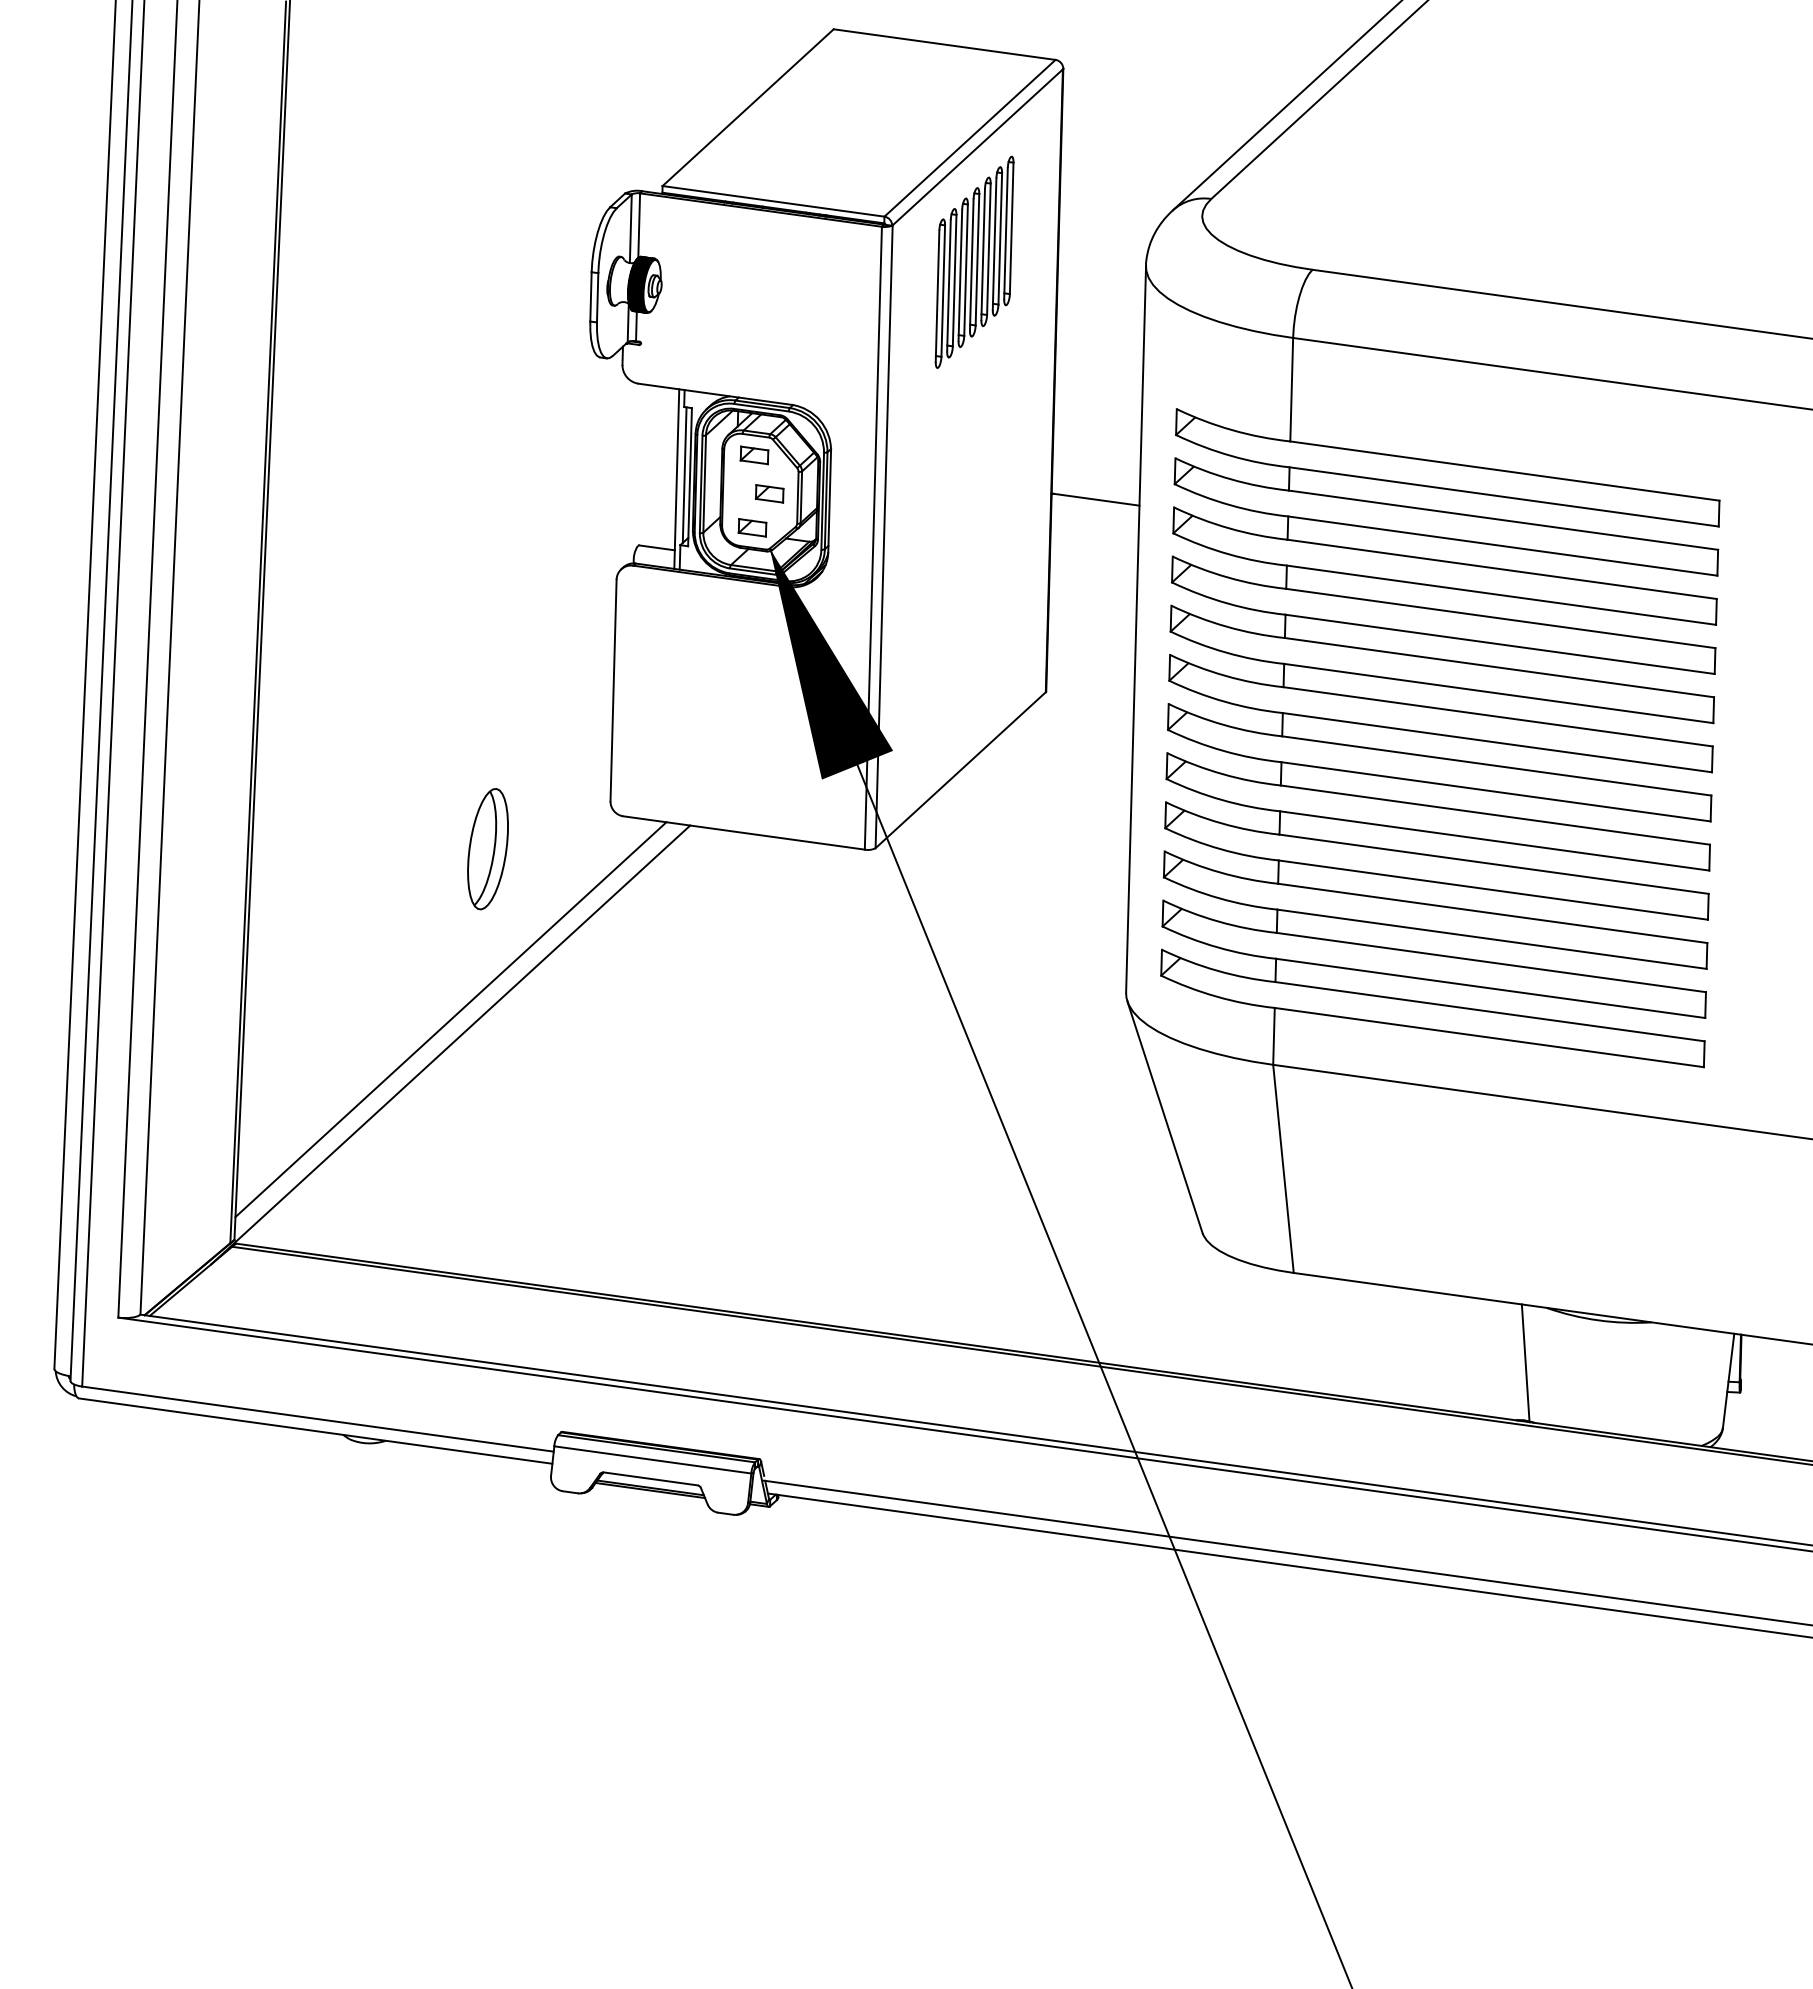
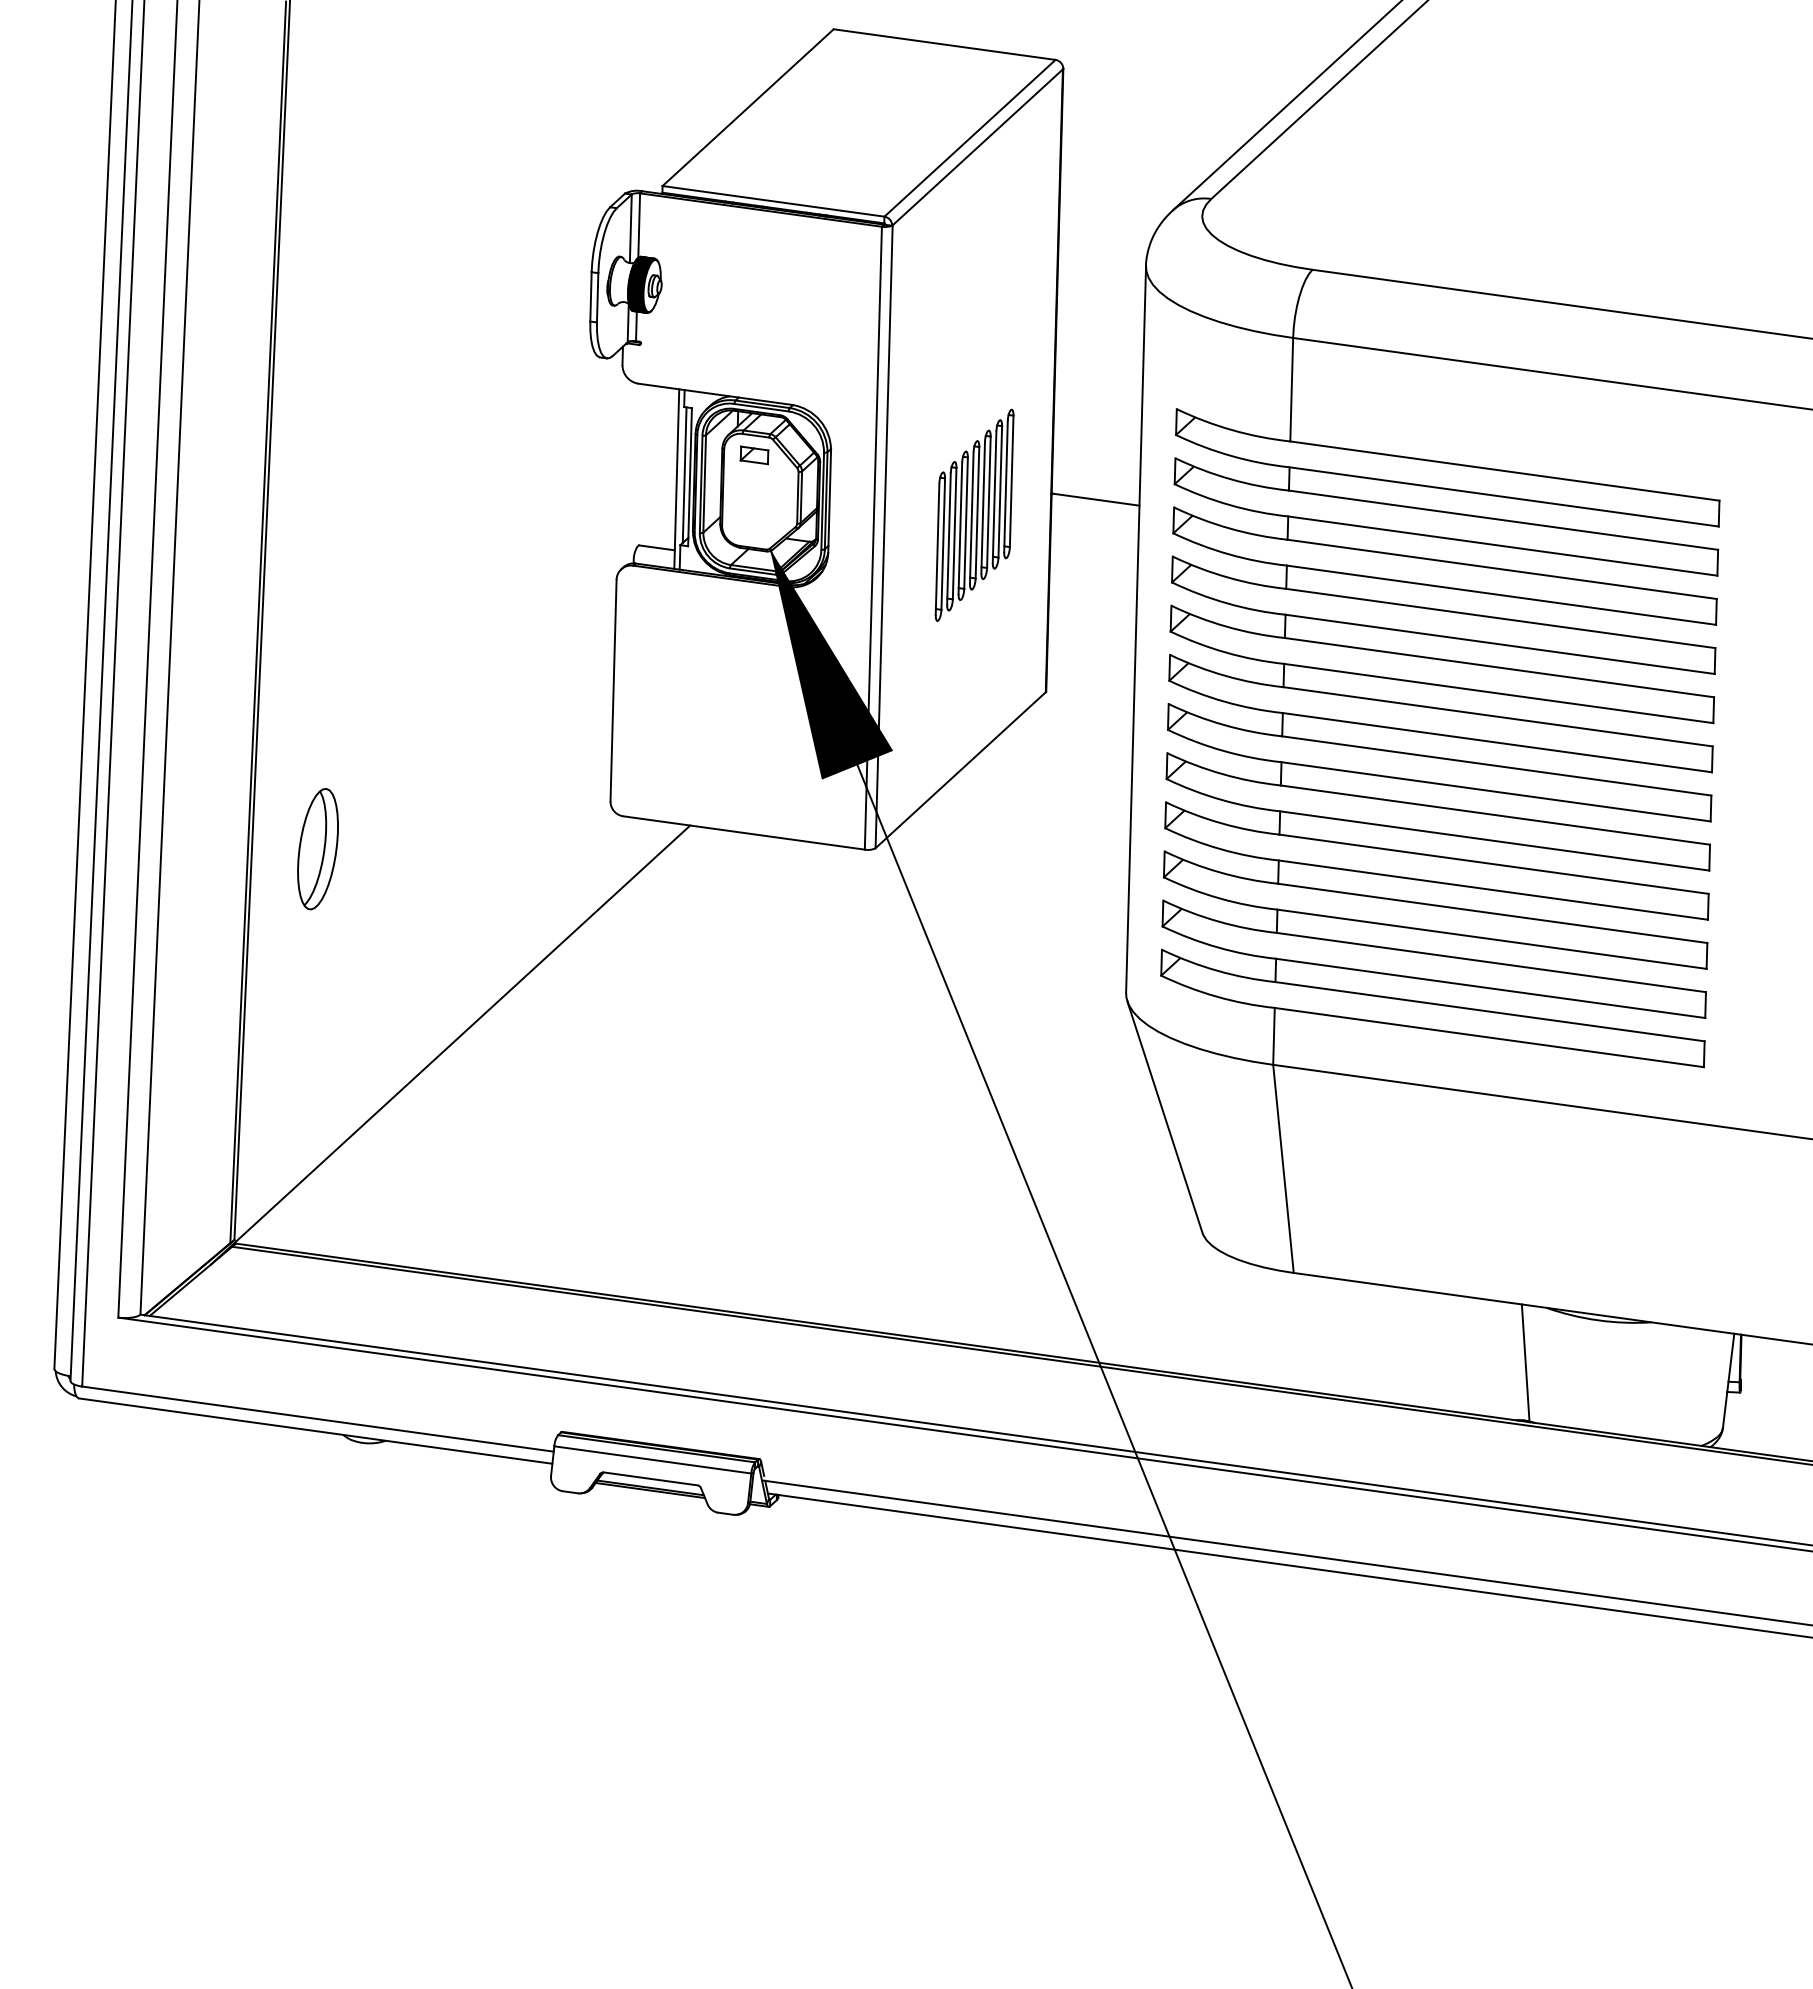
part at (974, 261) position: (974, 261) -> (974, 514)
part at (769, 493): present -> none
part at (752, 527): present -> none
part at (487, 849) position: (487, 849) -> (317, 849)
line at (450, 1019): present -> none
